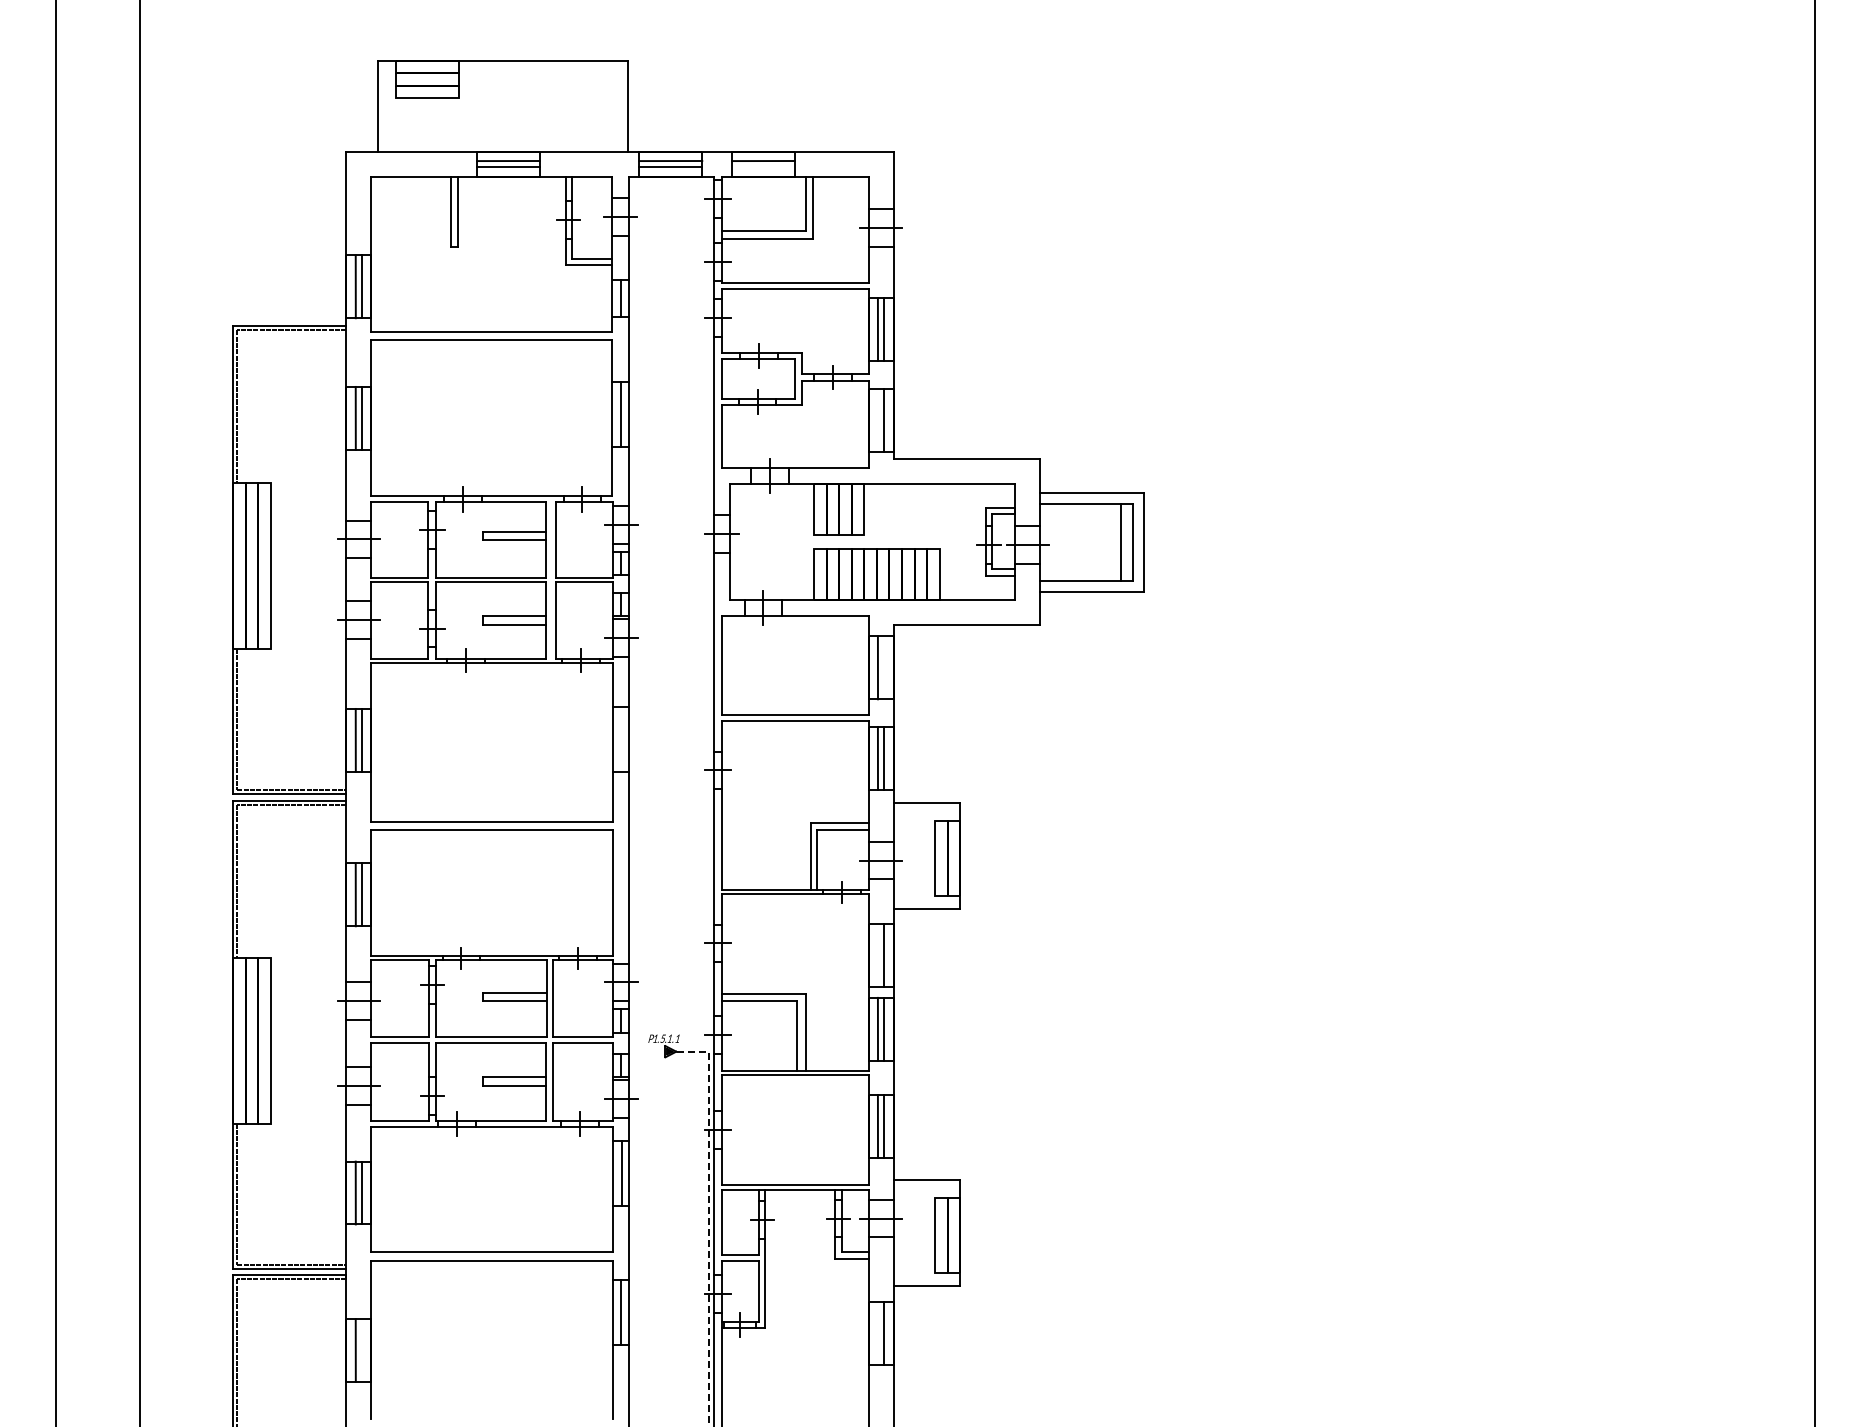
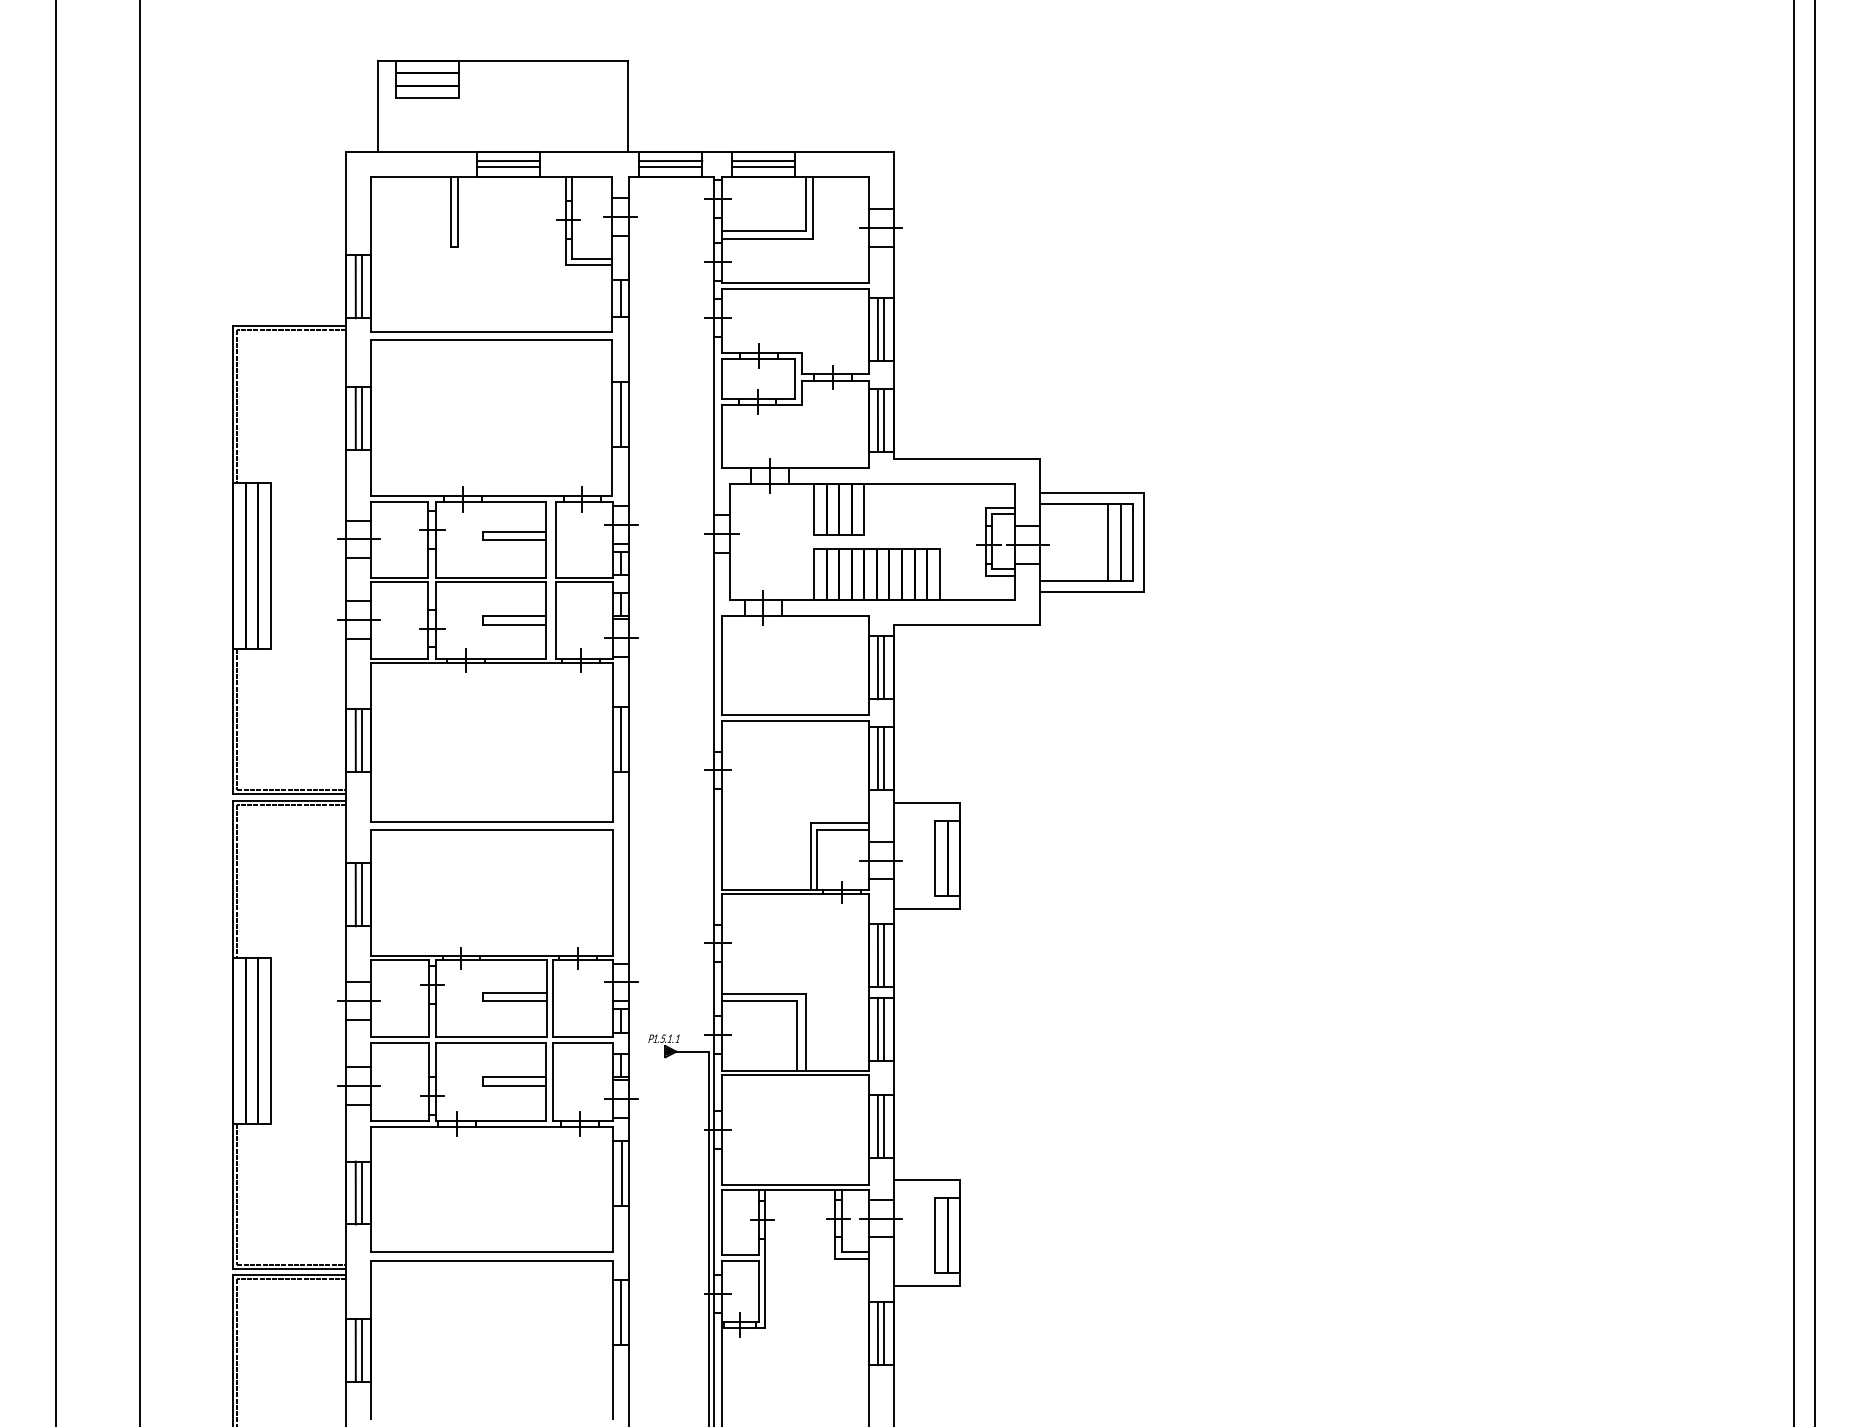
line at (762, 167): none -> present
line at (877, 420): none -> present
line at (1108, 542): none -> present
line at (884, 667): none -> present
line at (1793, 712): none -> present
line at (621, 739): none -> present
line at (877, 955): none -> present
line at (708, 1221): dashed -> solid
line at (877, 1333): none -> present
line at (362, 1350): none -> present
